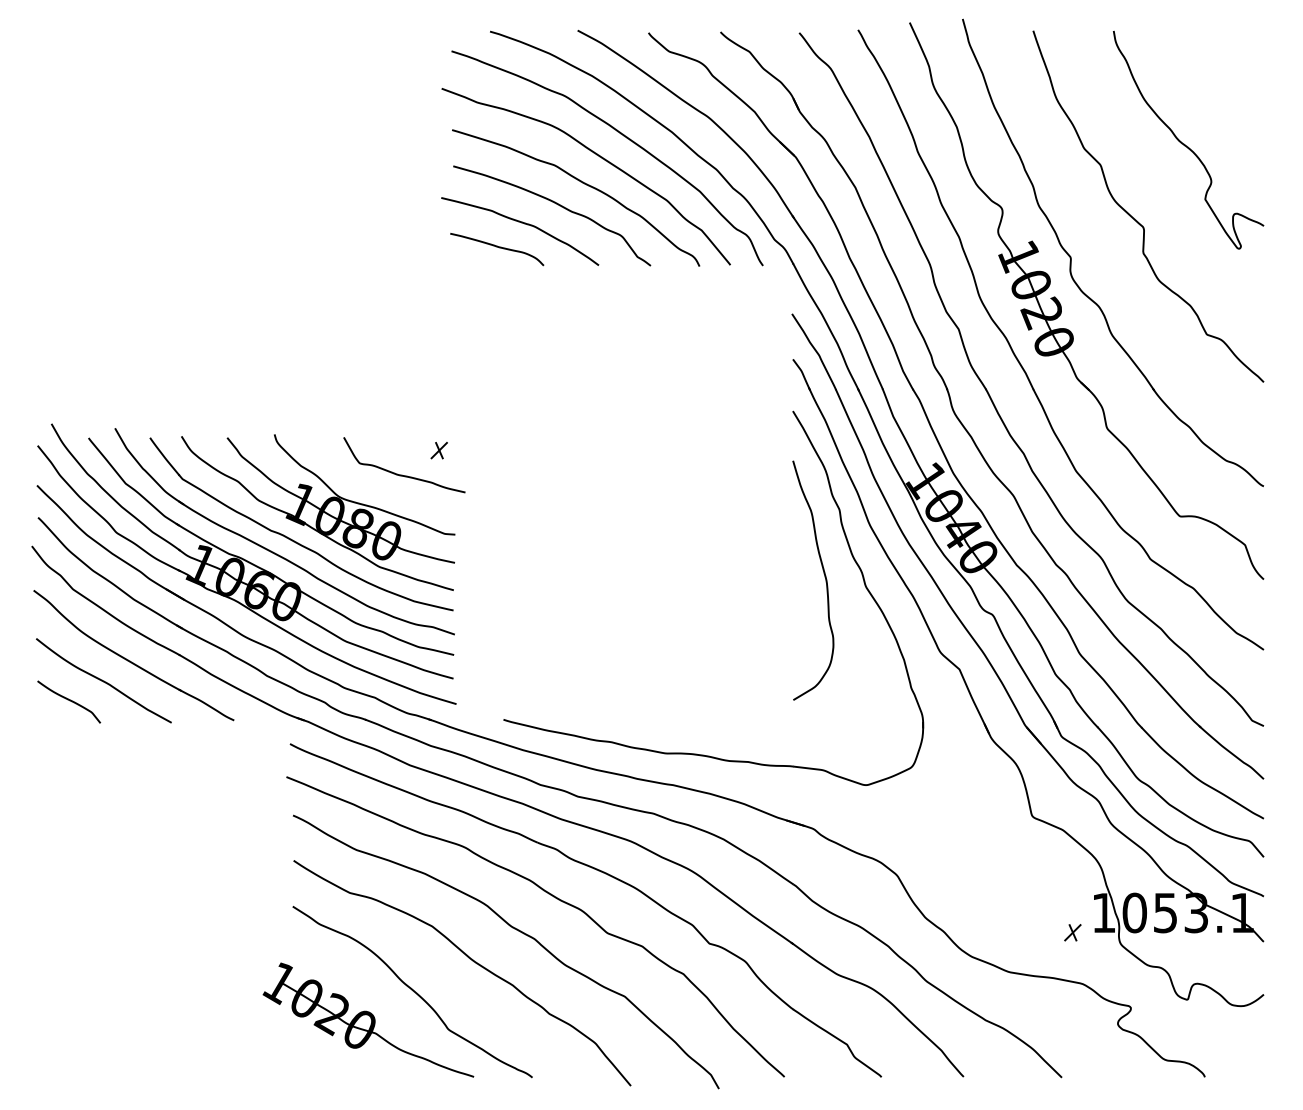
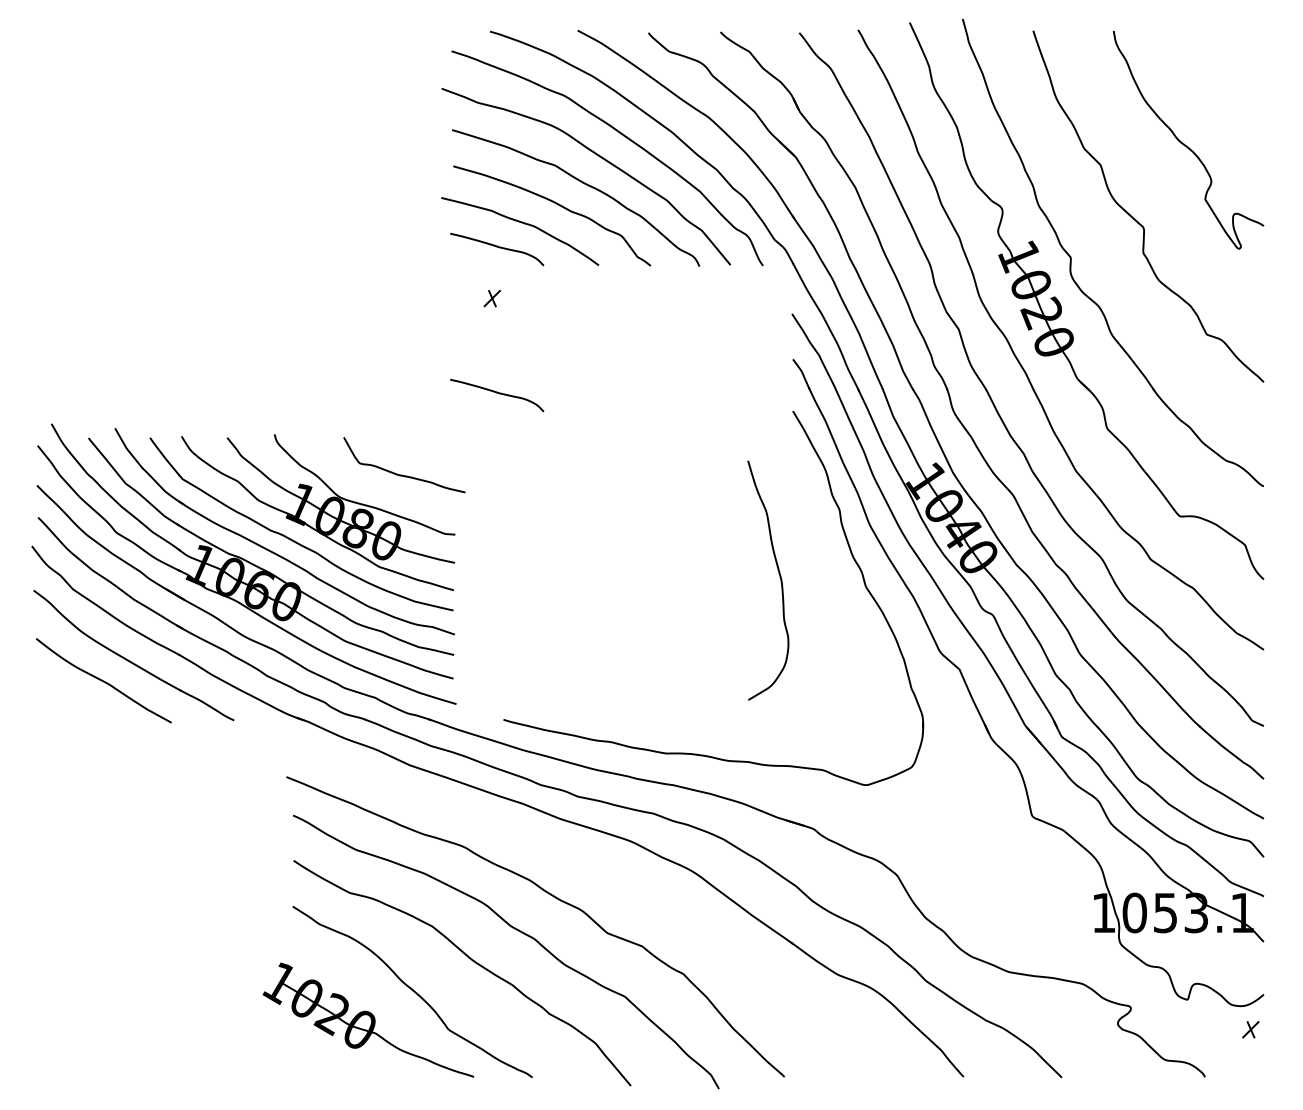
curve at (497, 393): none -> present
part at (438, 450) position: (438, 450) -> (491, 298)
curve at (824, 577) position: (824, 577) -> (779, 577)
curve at (69, 701): present -> none
part at (598, 871): present -> none
part at (1072, 932) position: (1072, 932) -> (1250, 1029)
